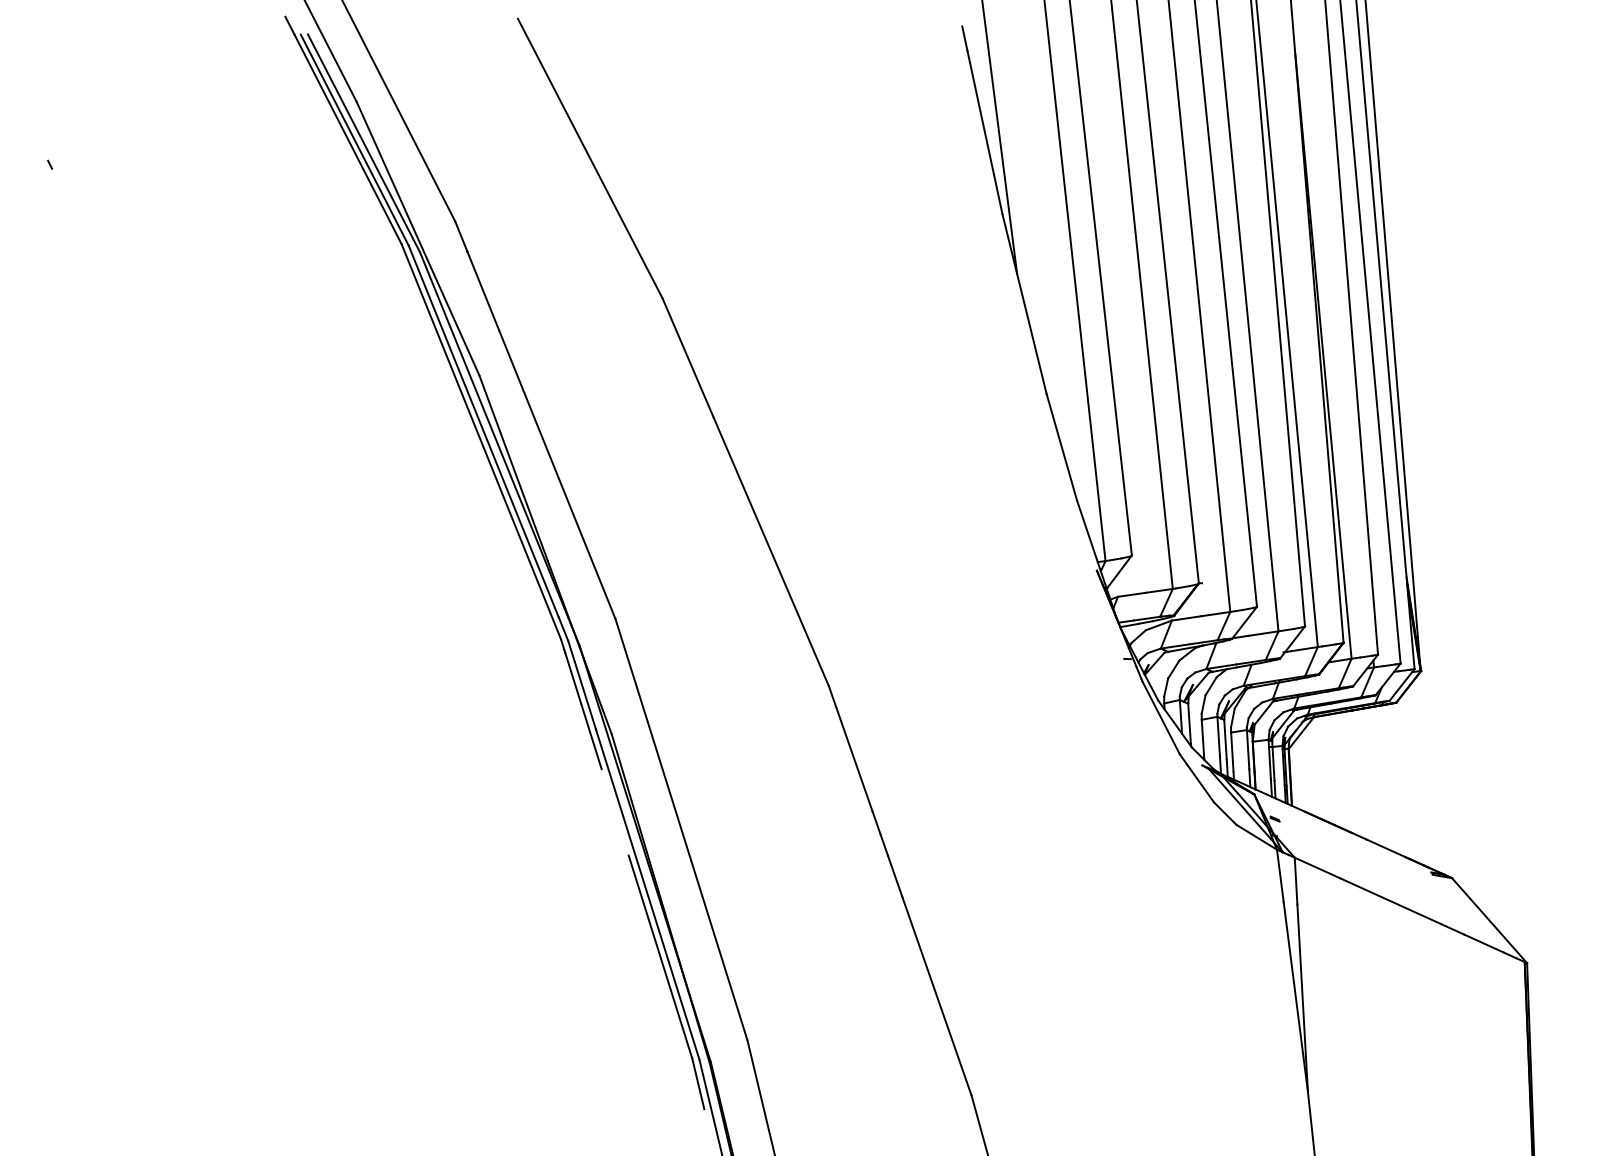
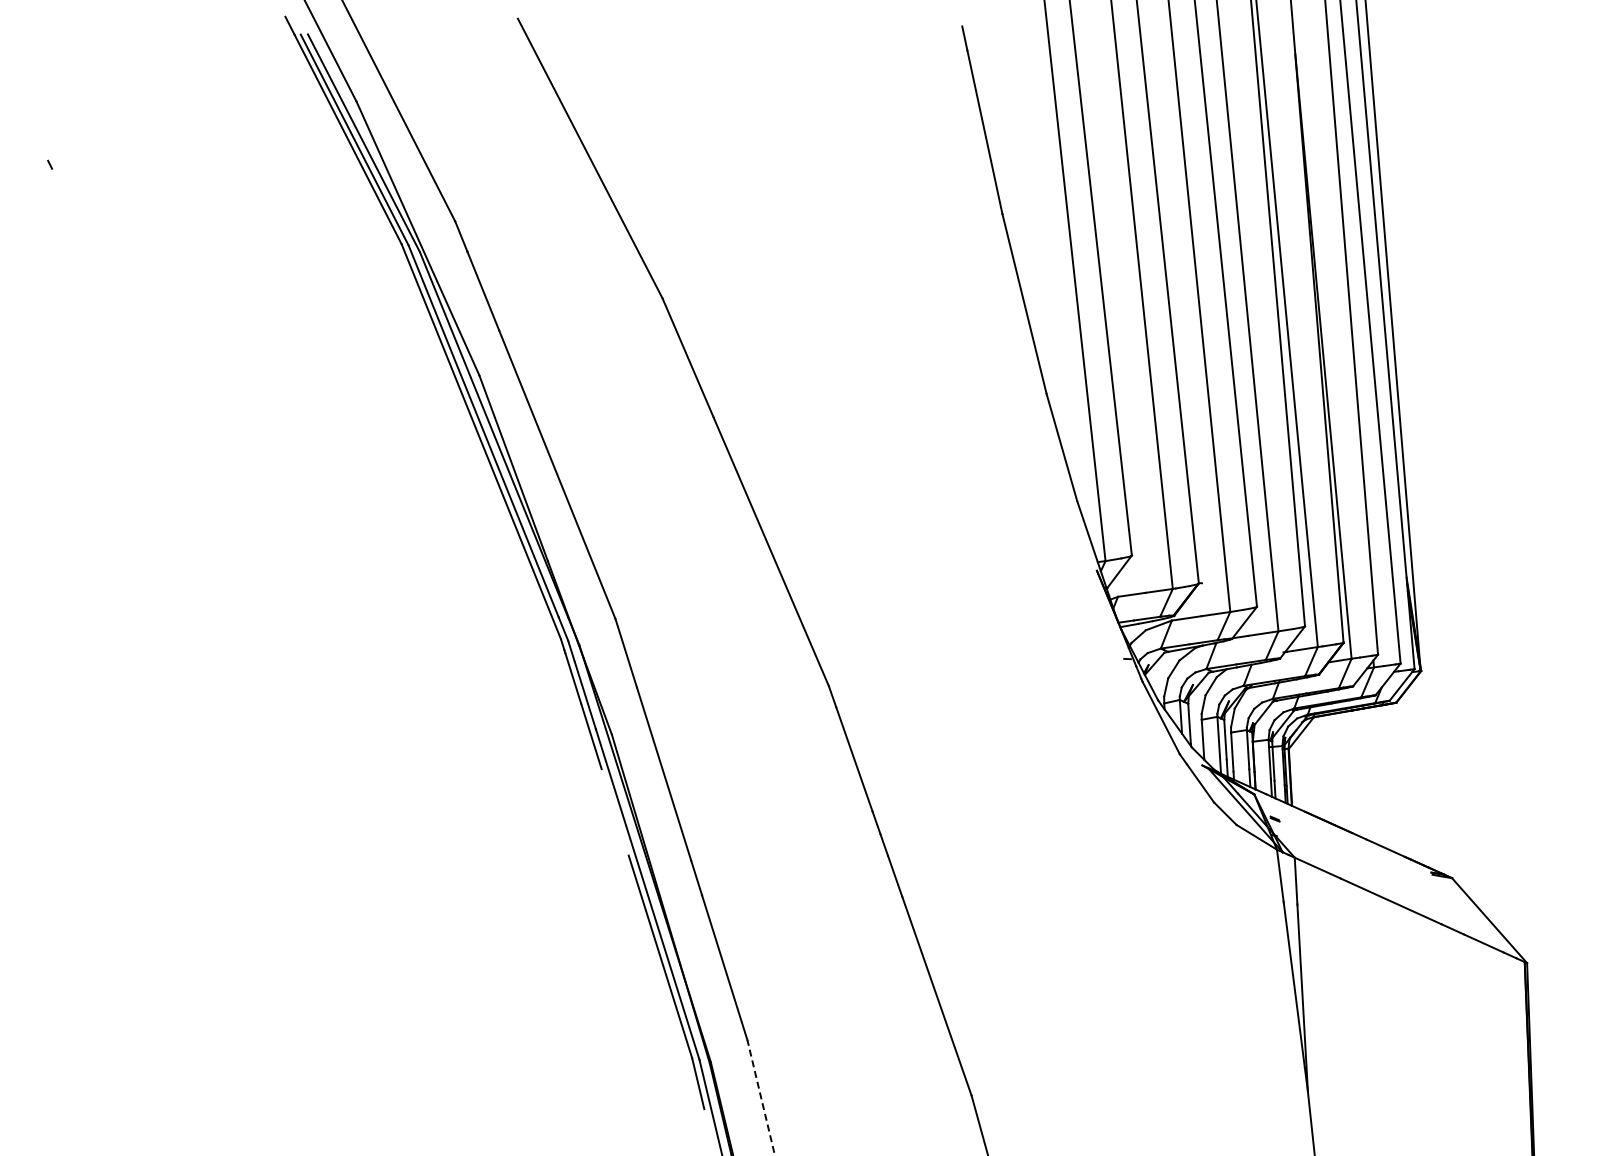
line at (999, 137): present -> none
line at (761, 1097): solid -> dashed
